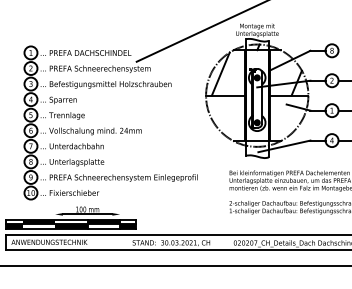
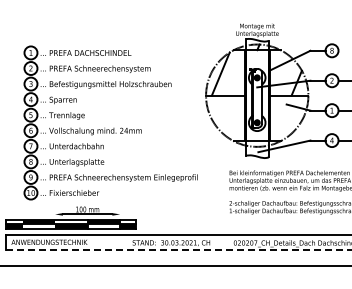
line at (200, 31): present -> none
line at (179, 249): solid -> dashed
